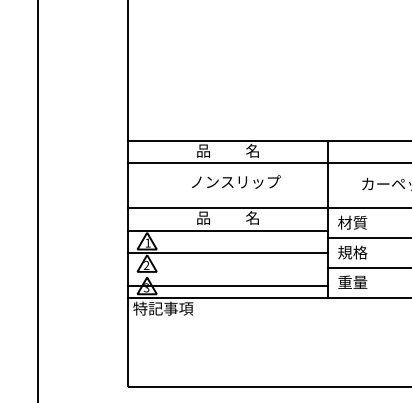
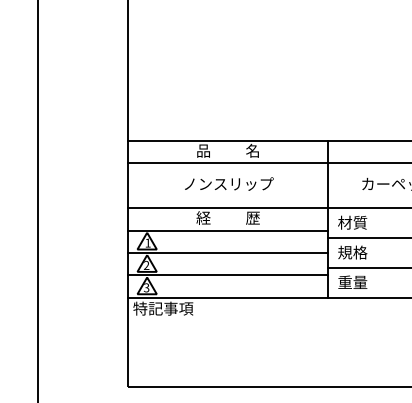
text at (236, 181) position: (236, 181) -> (229, 183)
text at (227, 217): 品          名 -> 経          歴
line at (227, 286) position: (227, 286) -> (227, 275)
